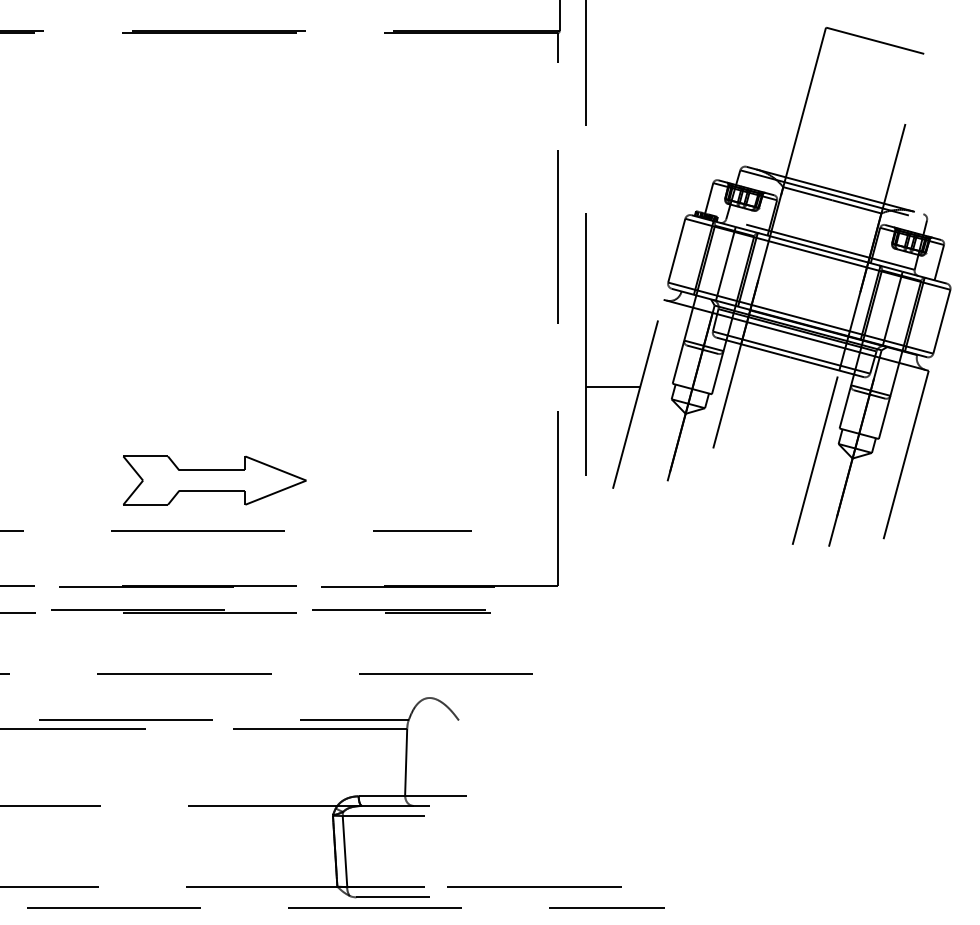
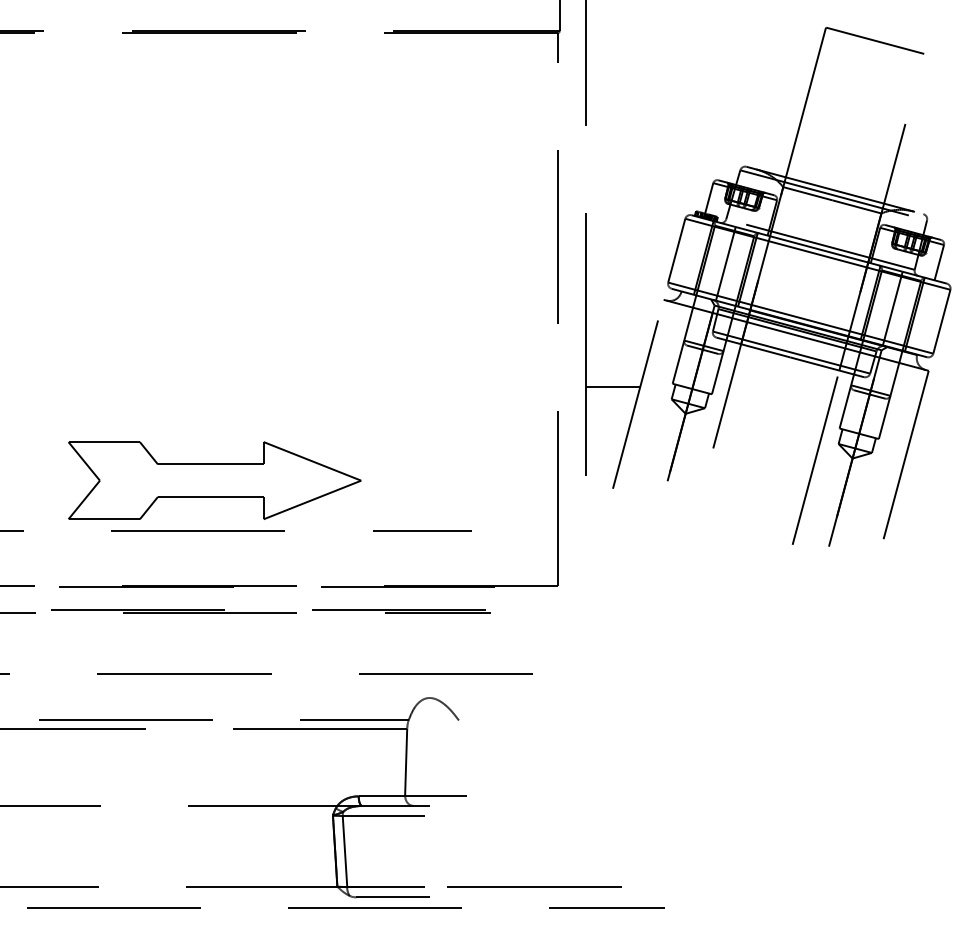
part at (214, 480) size: 184x51 px -> 294x79 px
